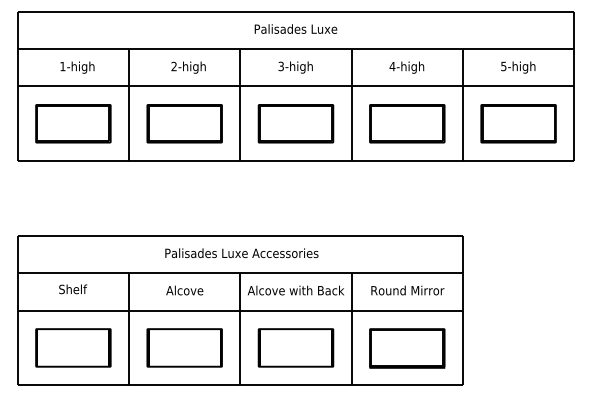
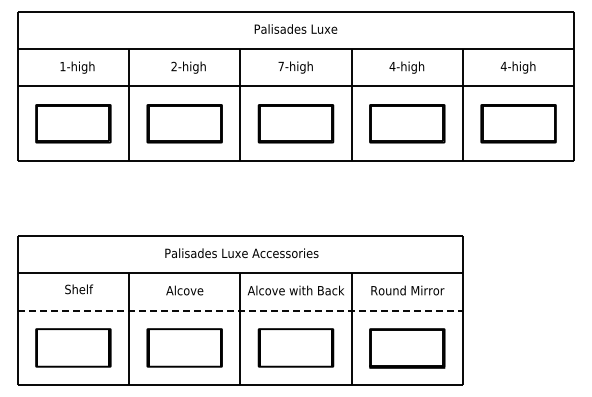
text at (280, 66): 3-high -> 7-high
text at (503, 66): 5-high -> 4-high
text at (73, 289) position: (73, 289) -> (79, 289)
line at (240, 310): solid -> dashed
